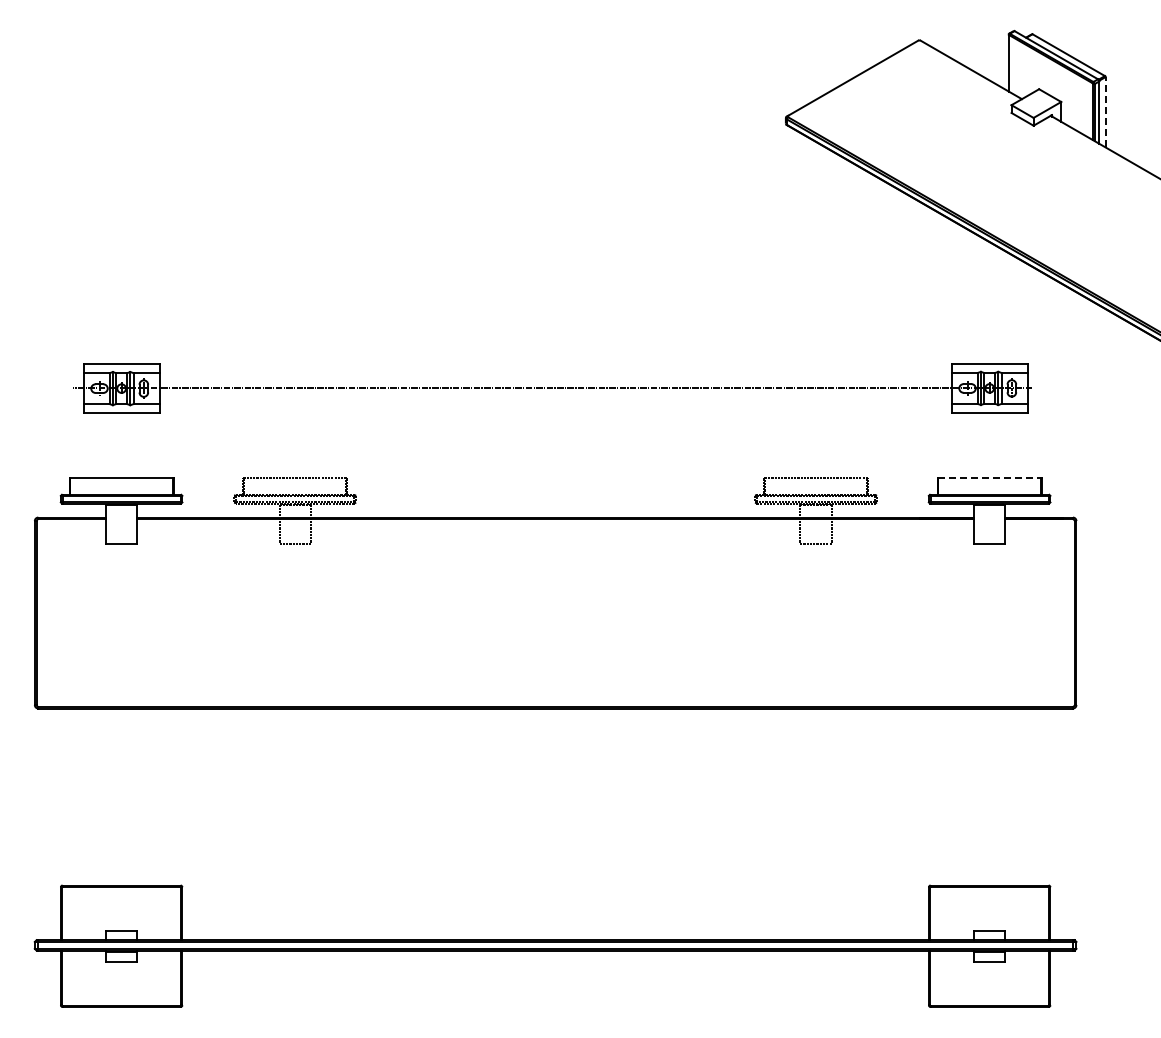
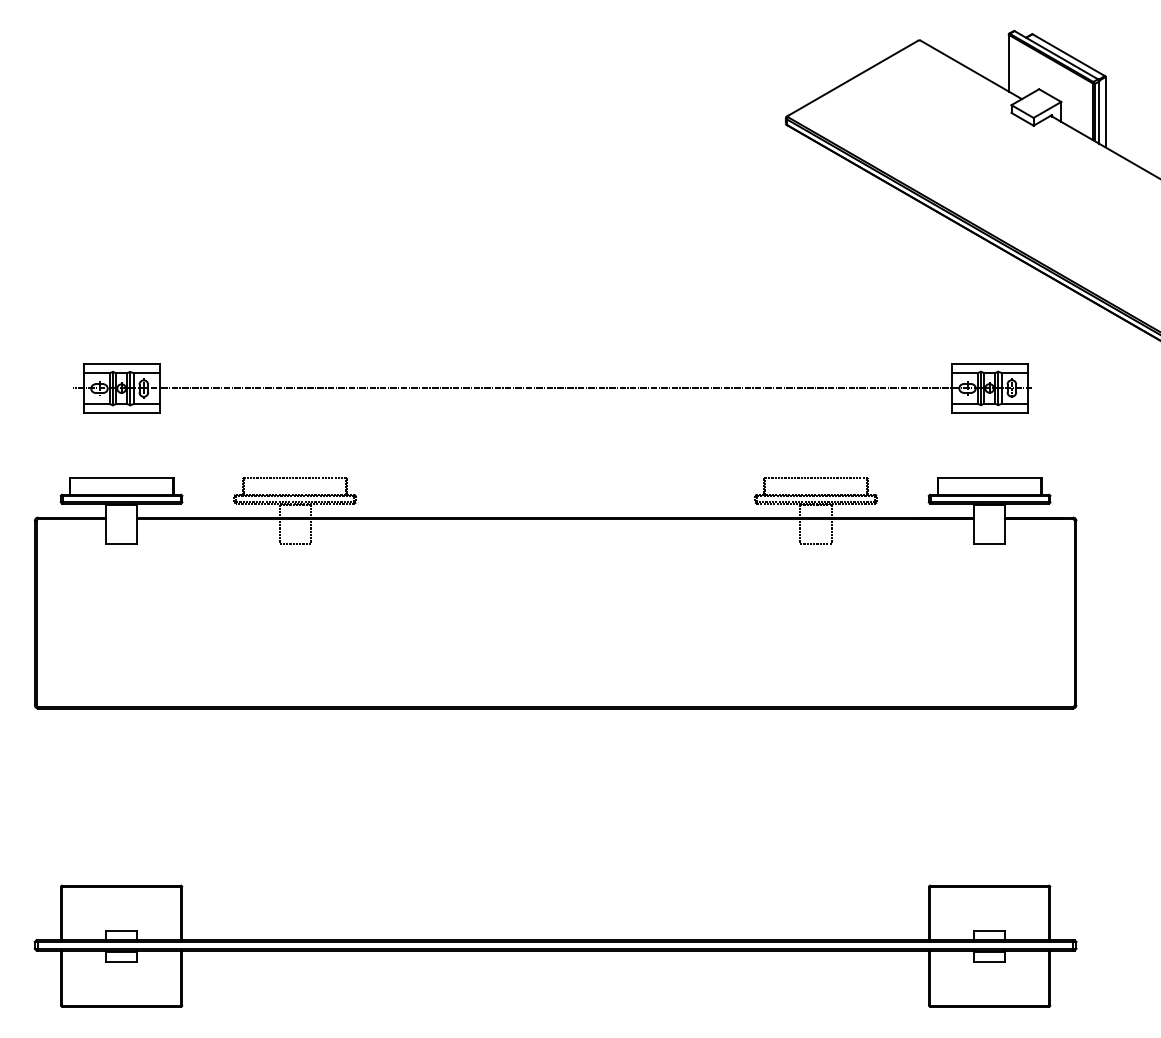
line at (1105, 111): dashed -> solid
line at (990, 478): dashed -> solid
